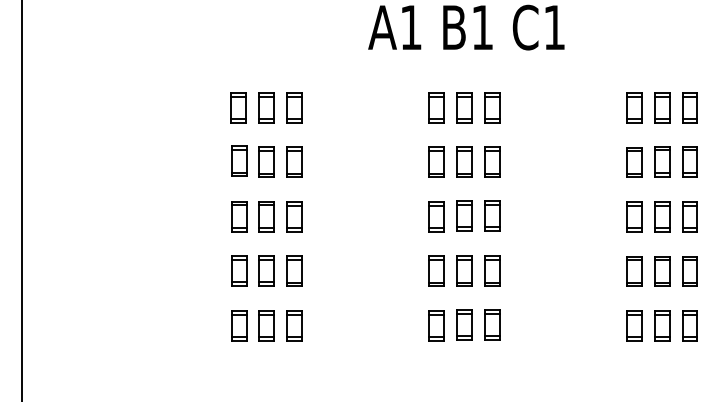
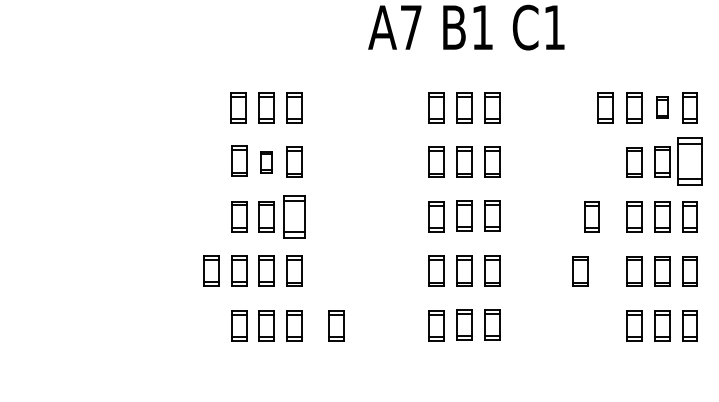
text at (411, 27): A1 -> A7
part at (605, 107): none -> present
part at (662, 107) size: 17x32 px -> 13x23 px
part at (266, 161) size: 17x32 px -> 13x23 px
part at (689, 161) size: 16x32 px -> 26x49 px
line at (21, 200): present -> none
part at (294, 216) size: 17x32 px -> 23x44 px
part at (591, 216): none -> present
part at (211, 270): none -> present
part at (580, 271): none -> present
part at (336, 325): none -> present
